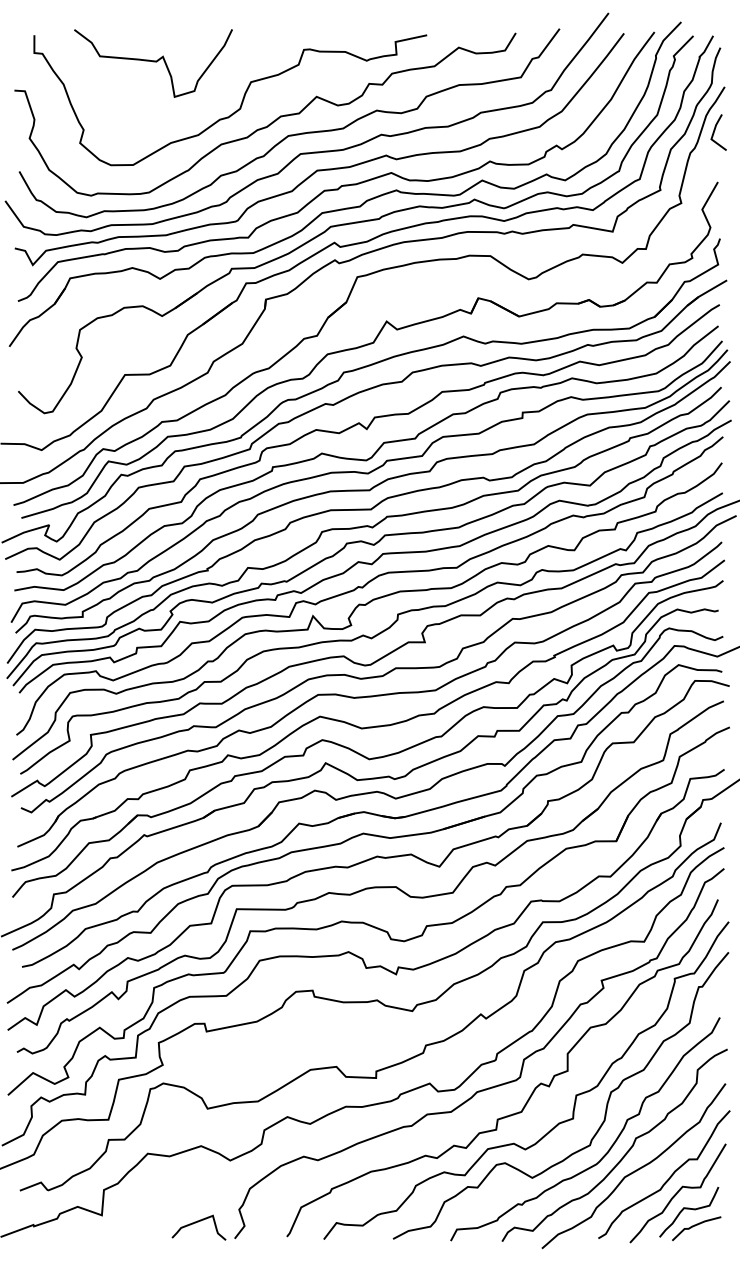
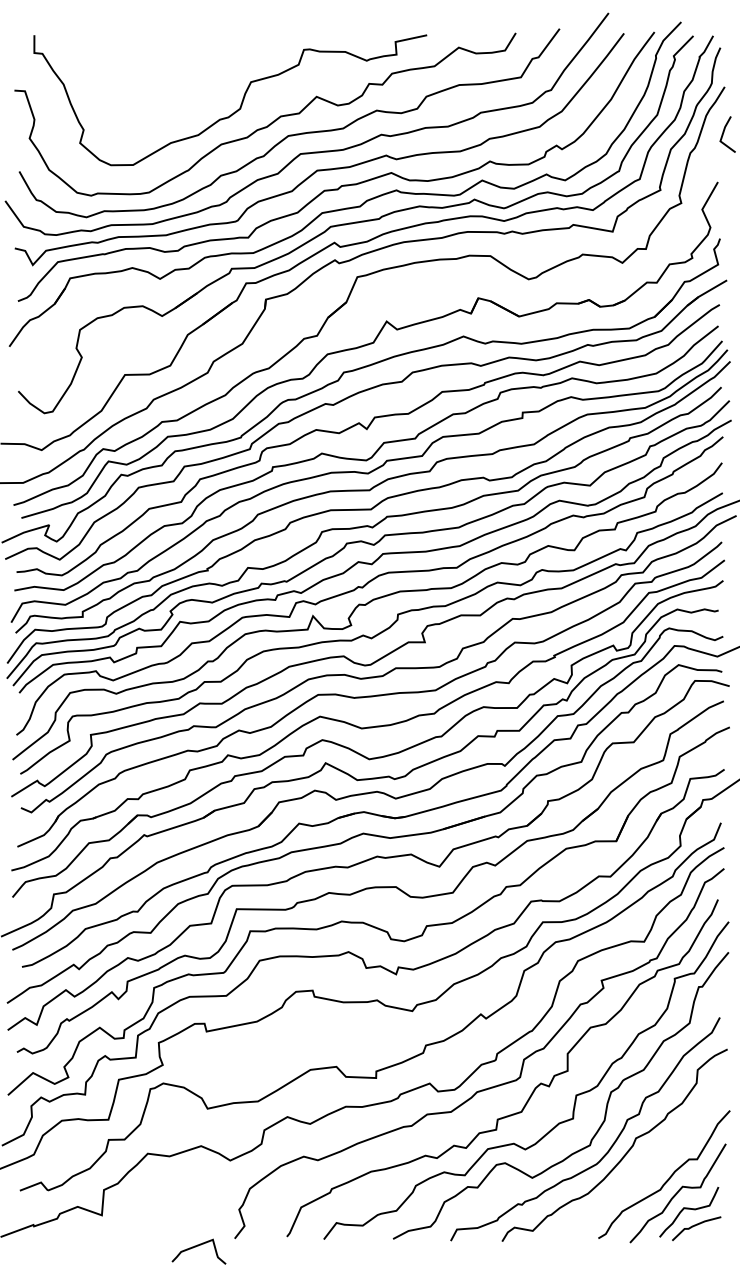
curve at (153, 62): present -> none
line at (715, 130) position: (715, 130) -> (724, 132)
curve at (634, 1170): present -> none
curve at (198, 1222) position: (198, 1222) -> (198, 1246)
